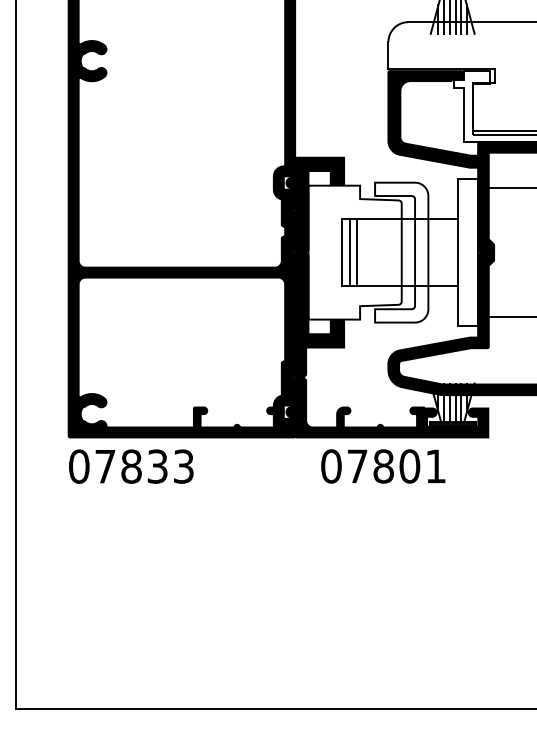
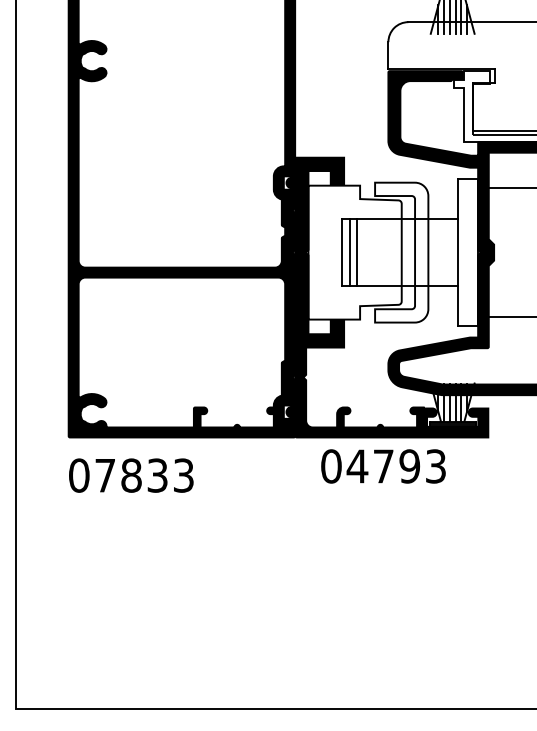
text at (131, 466) position: (131, 466) -> (131, 475)
text at (395, 466): 07801 -> 04793
